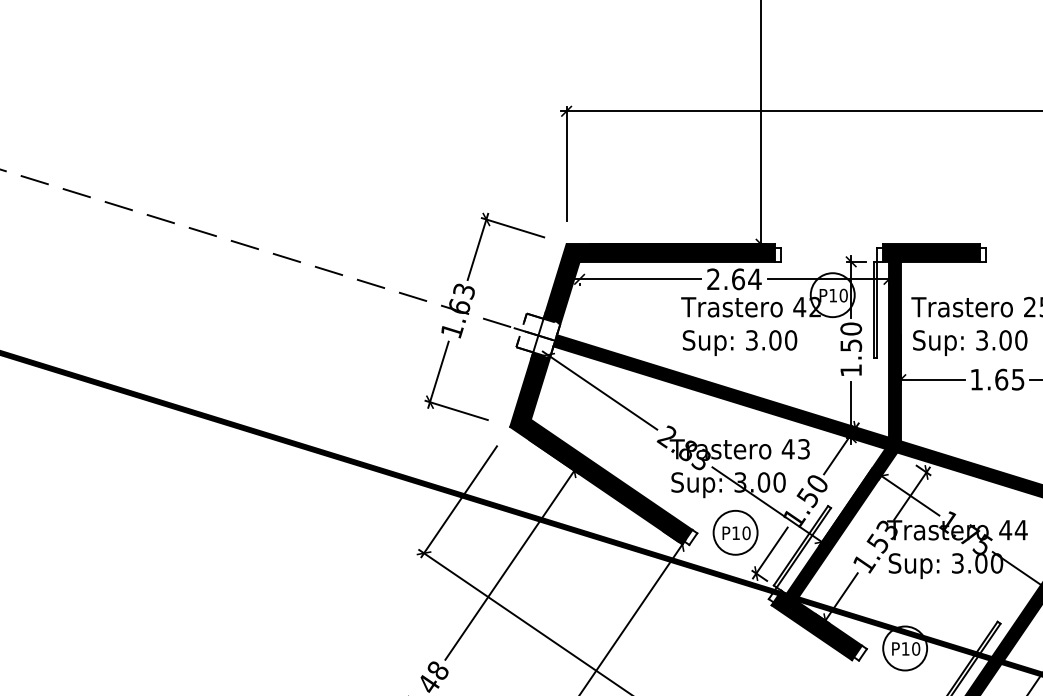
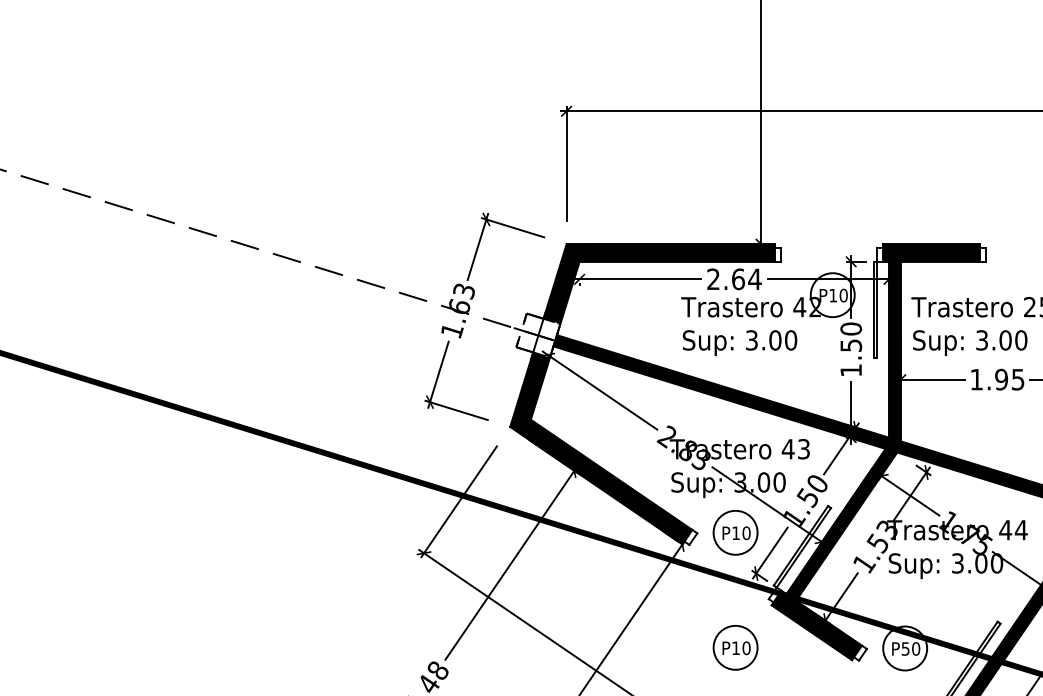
text at (1001, 379): 1.65 -> 1.95
part at (735, 647): none -> present
text at (905, 648): P10 -> P50
